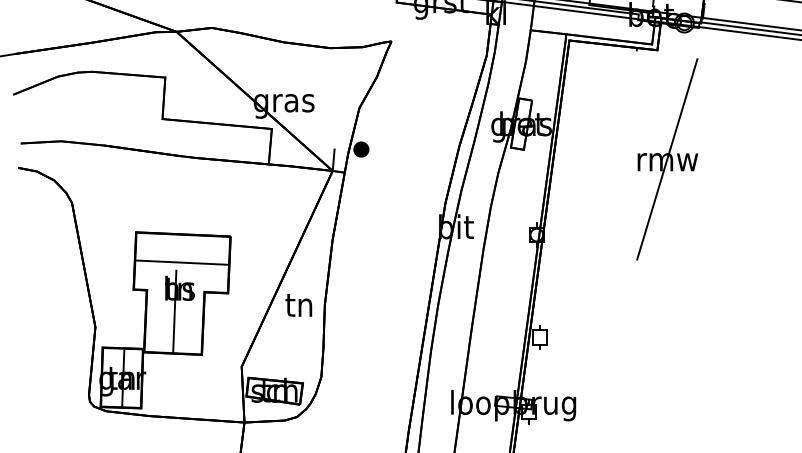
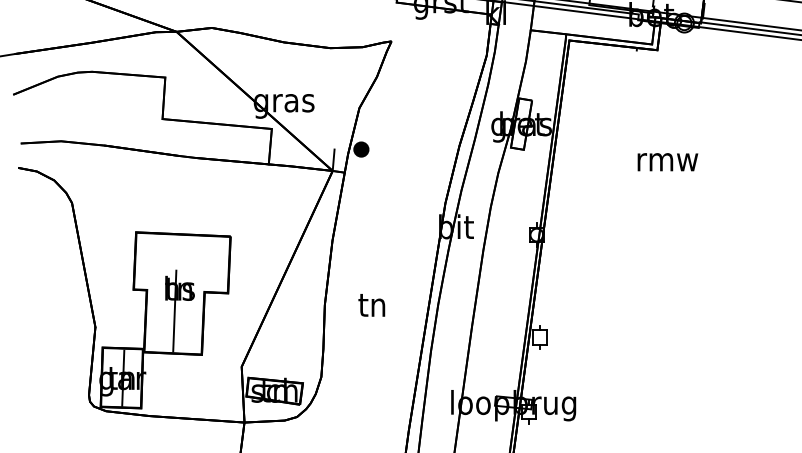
line at (667, 159): present -> none
line at (181, 262): present -> none
text at (298, 305) position: (298, 305) -> (371, 305)
